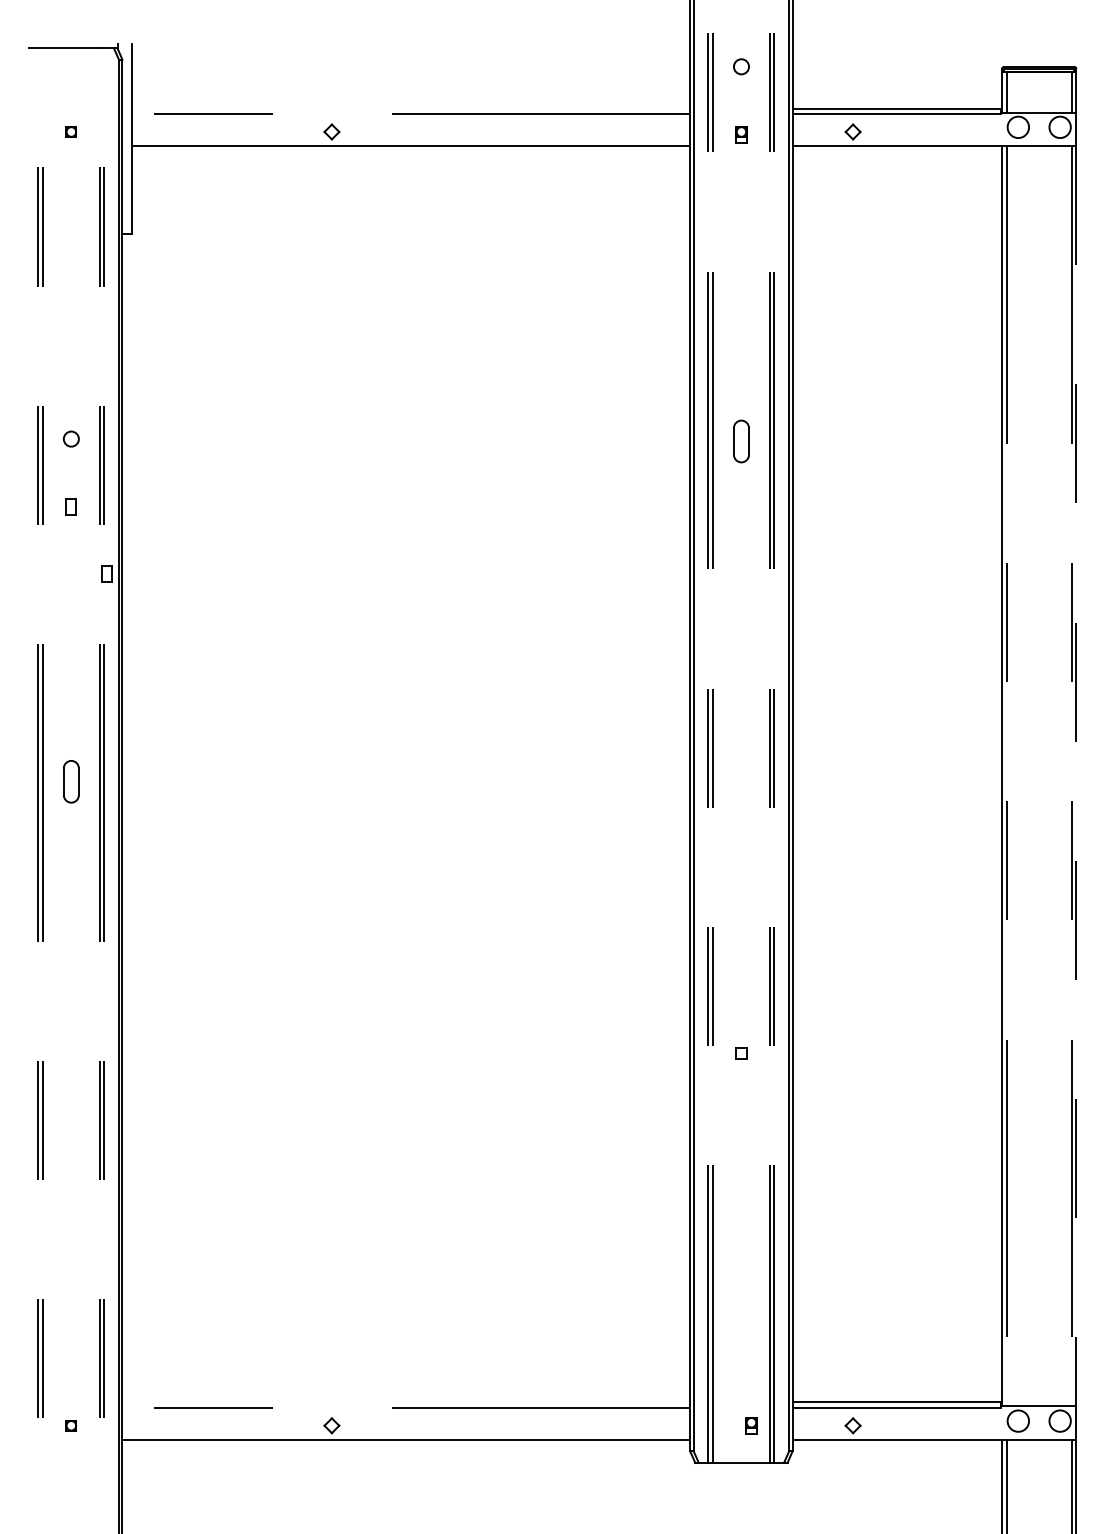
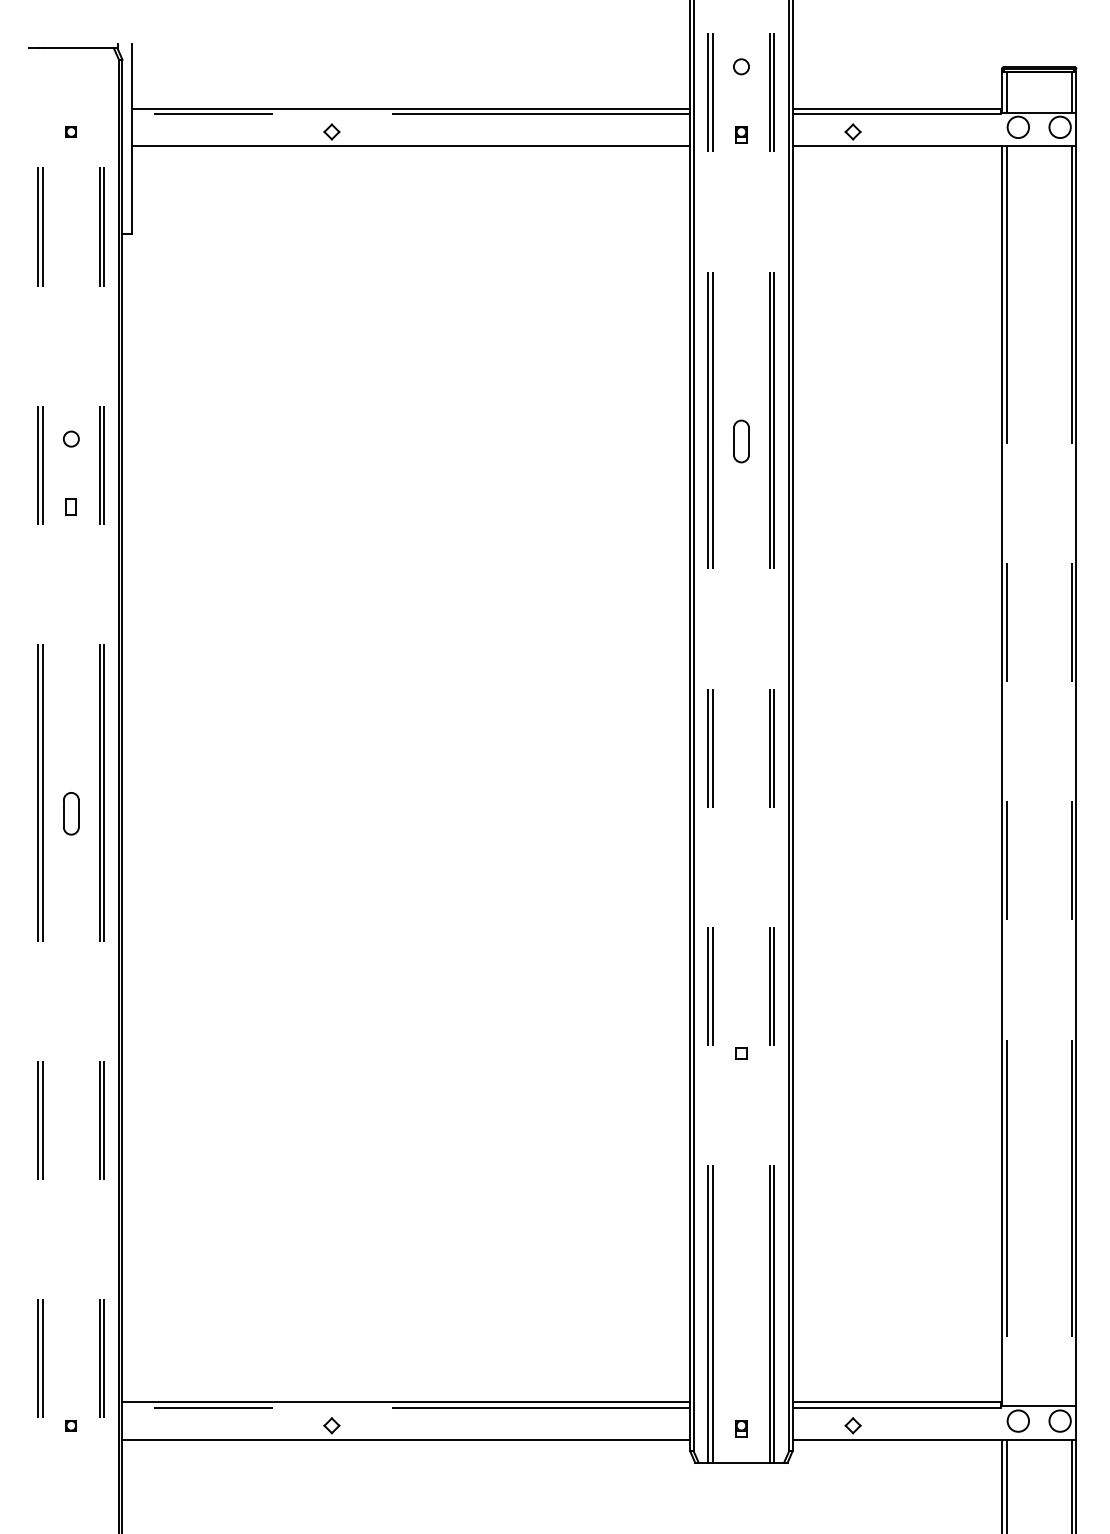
line at (410, 108): none -> present
part at (106, 573): present -> none
line at (1076, 776): dashed -> solid
part at (71, 781) position: (71, 781) -> (71, 813)
line at (406, 1402): none -> present
part at (751, 1425) position: (751, 1425) -> (741, 1428)
